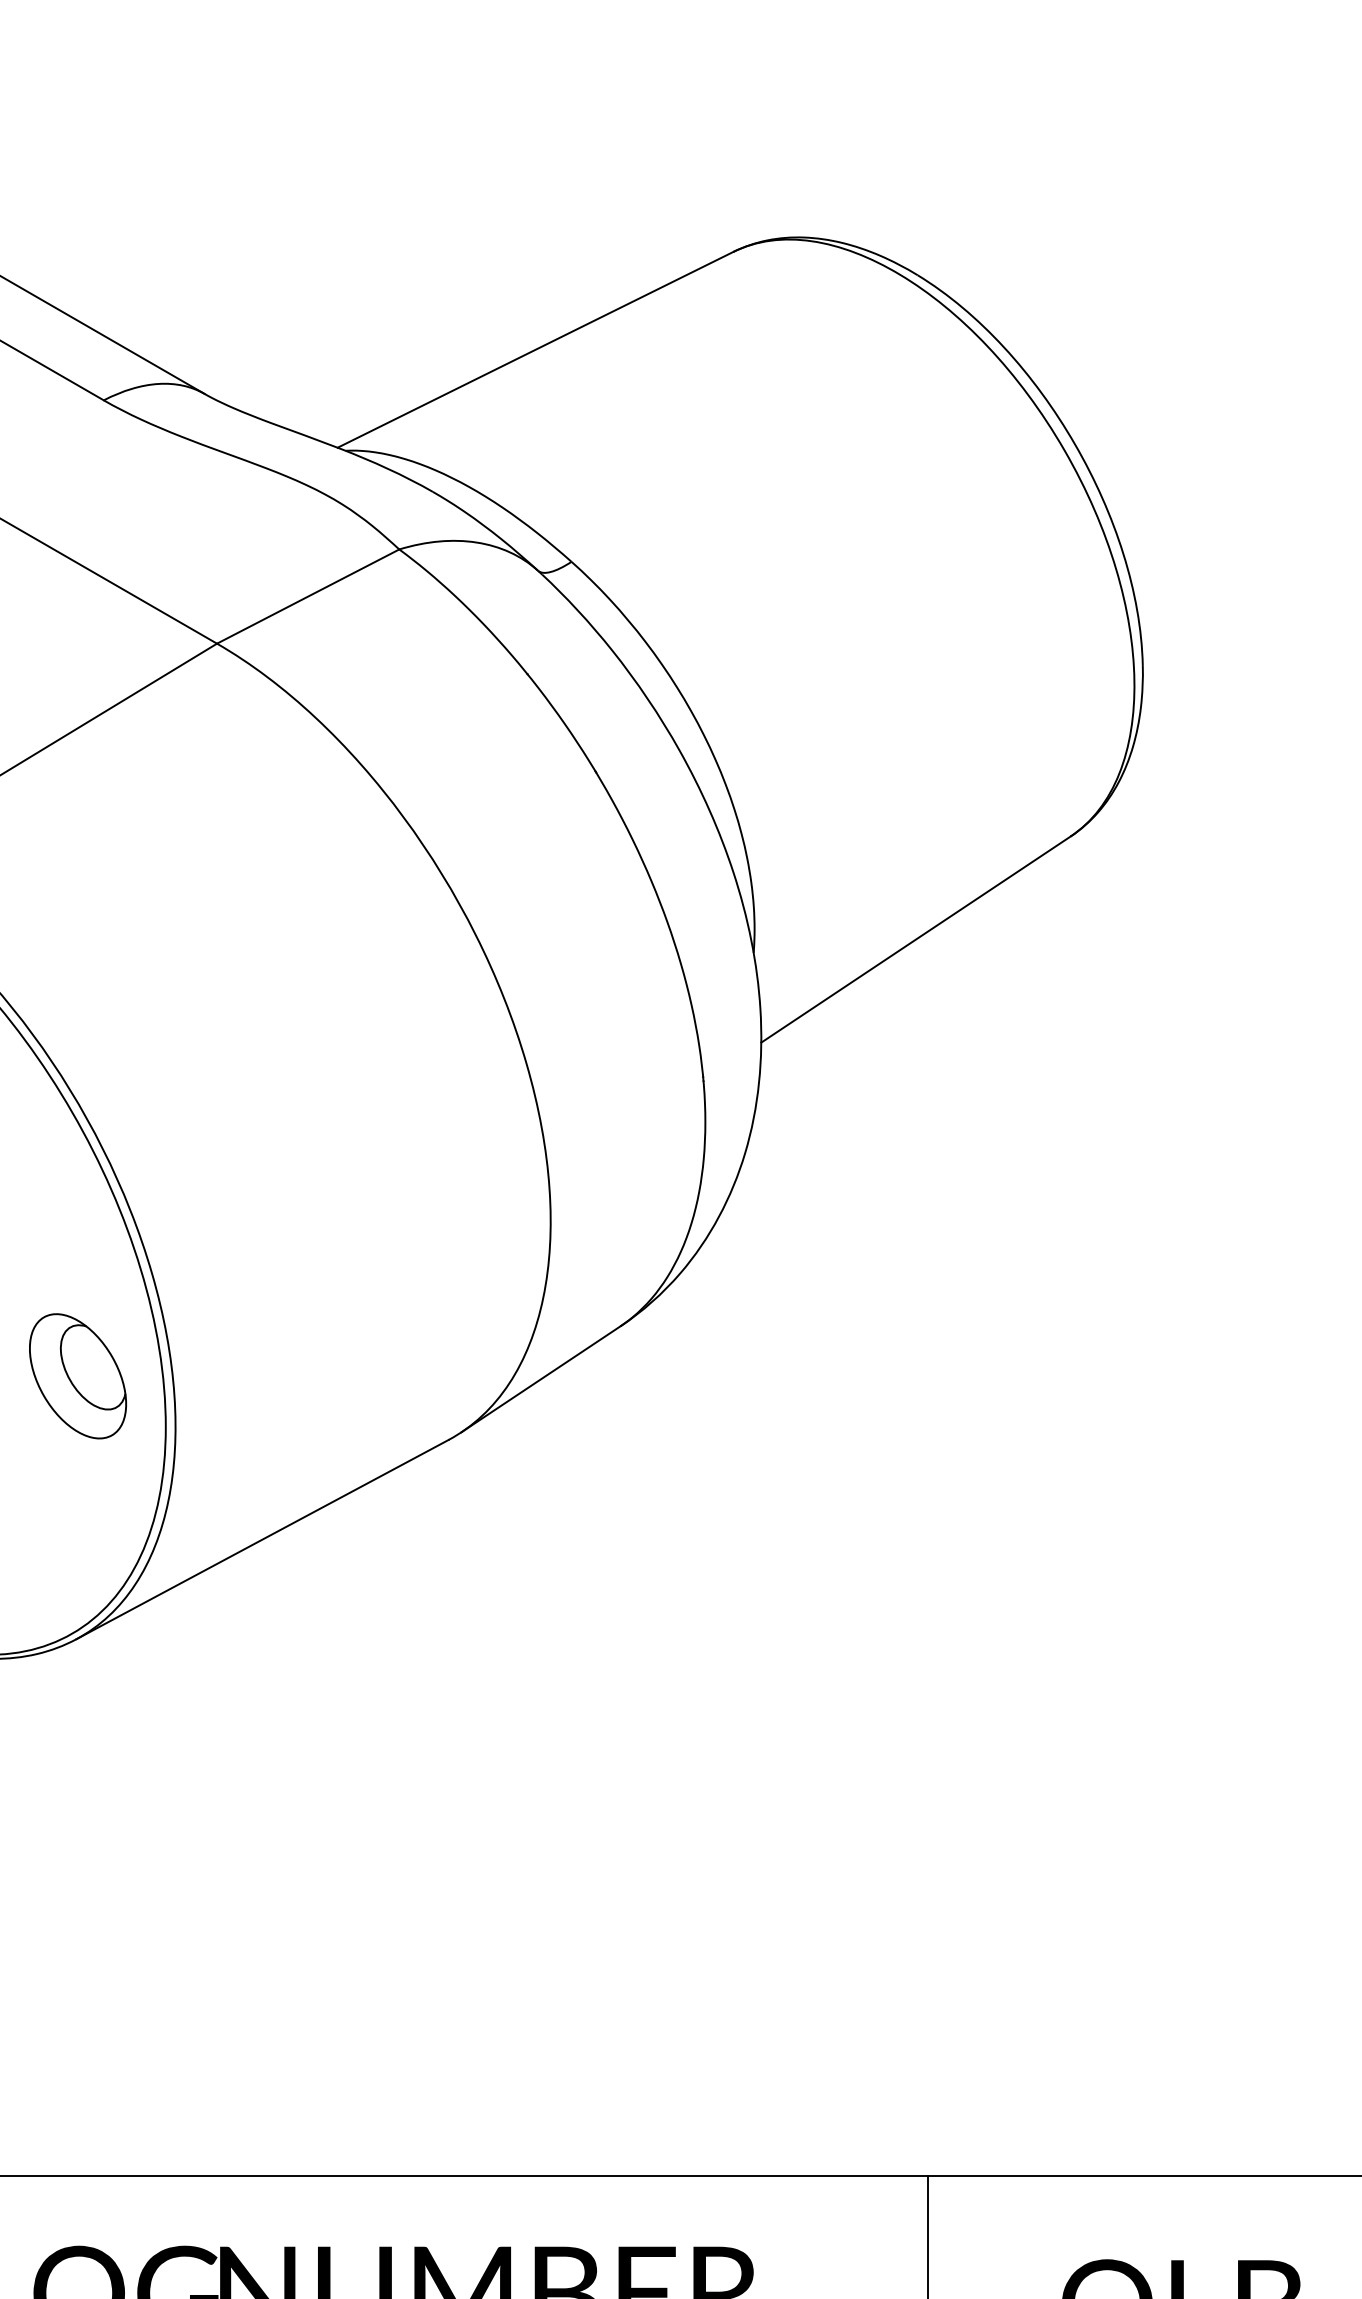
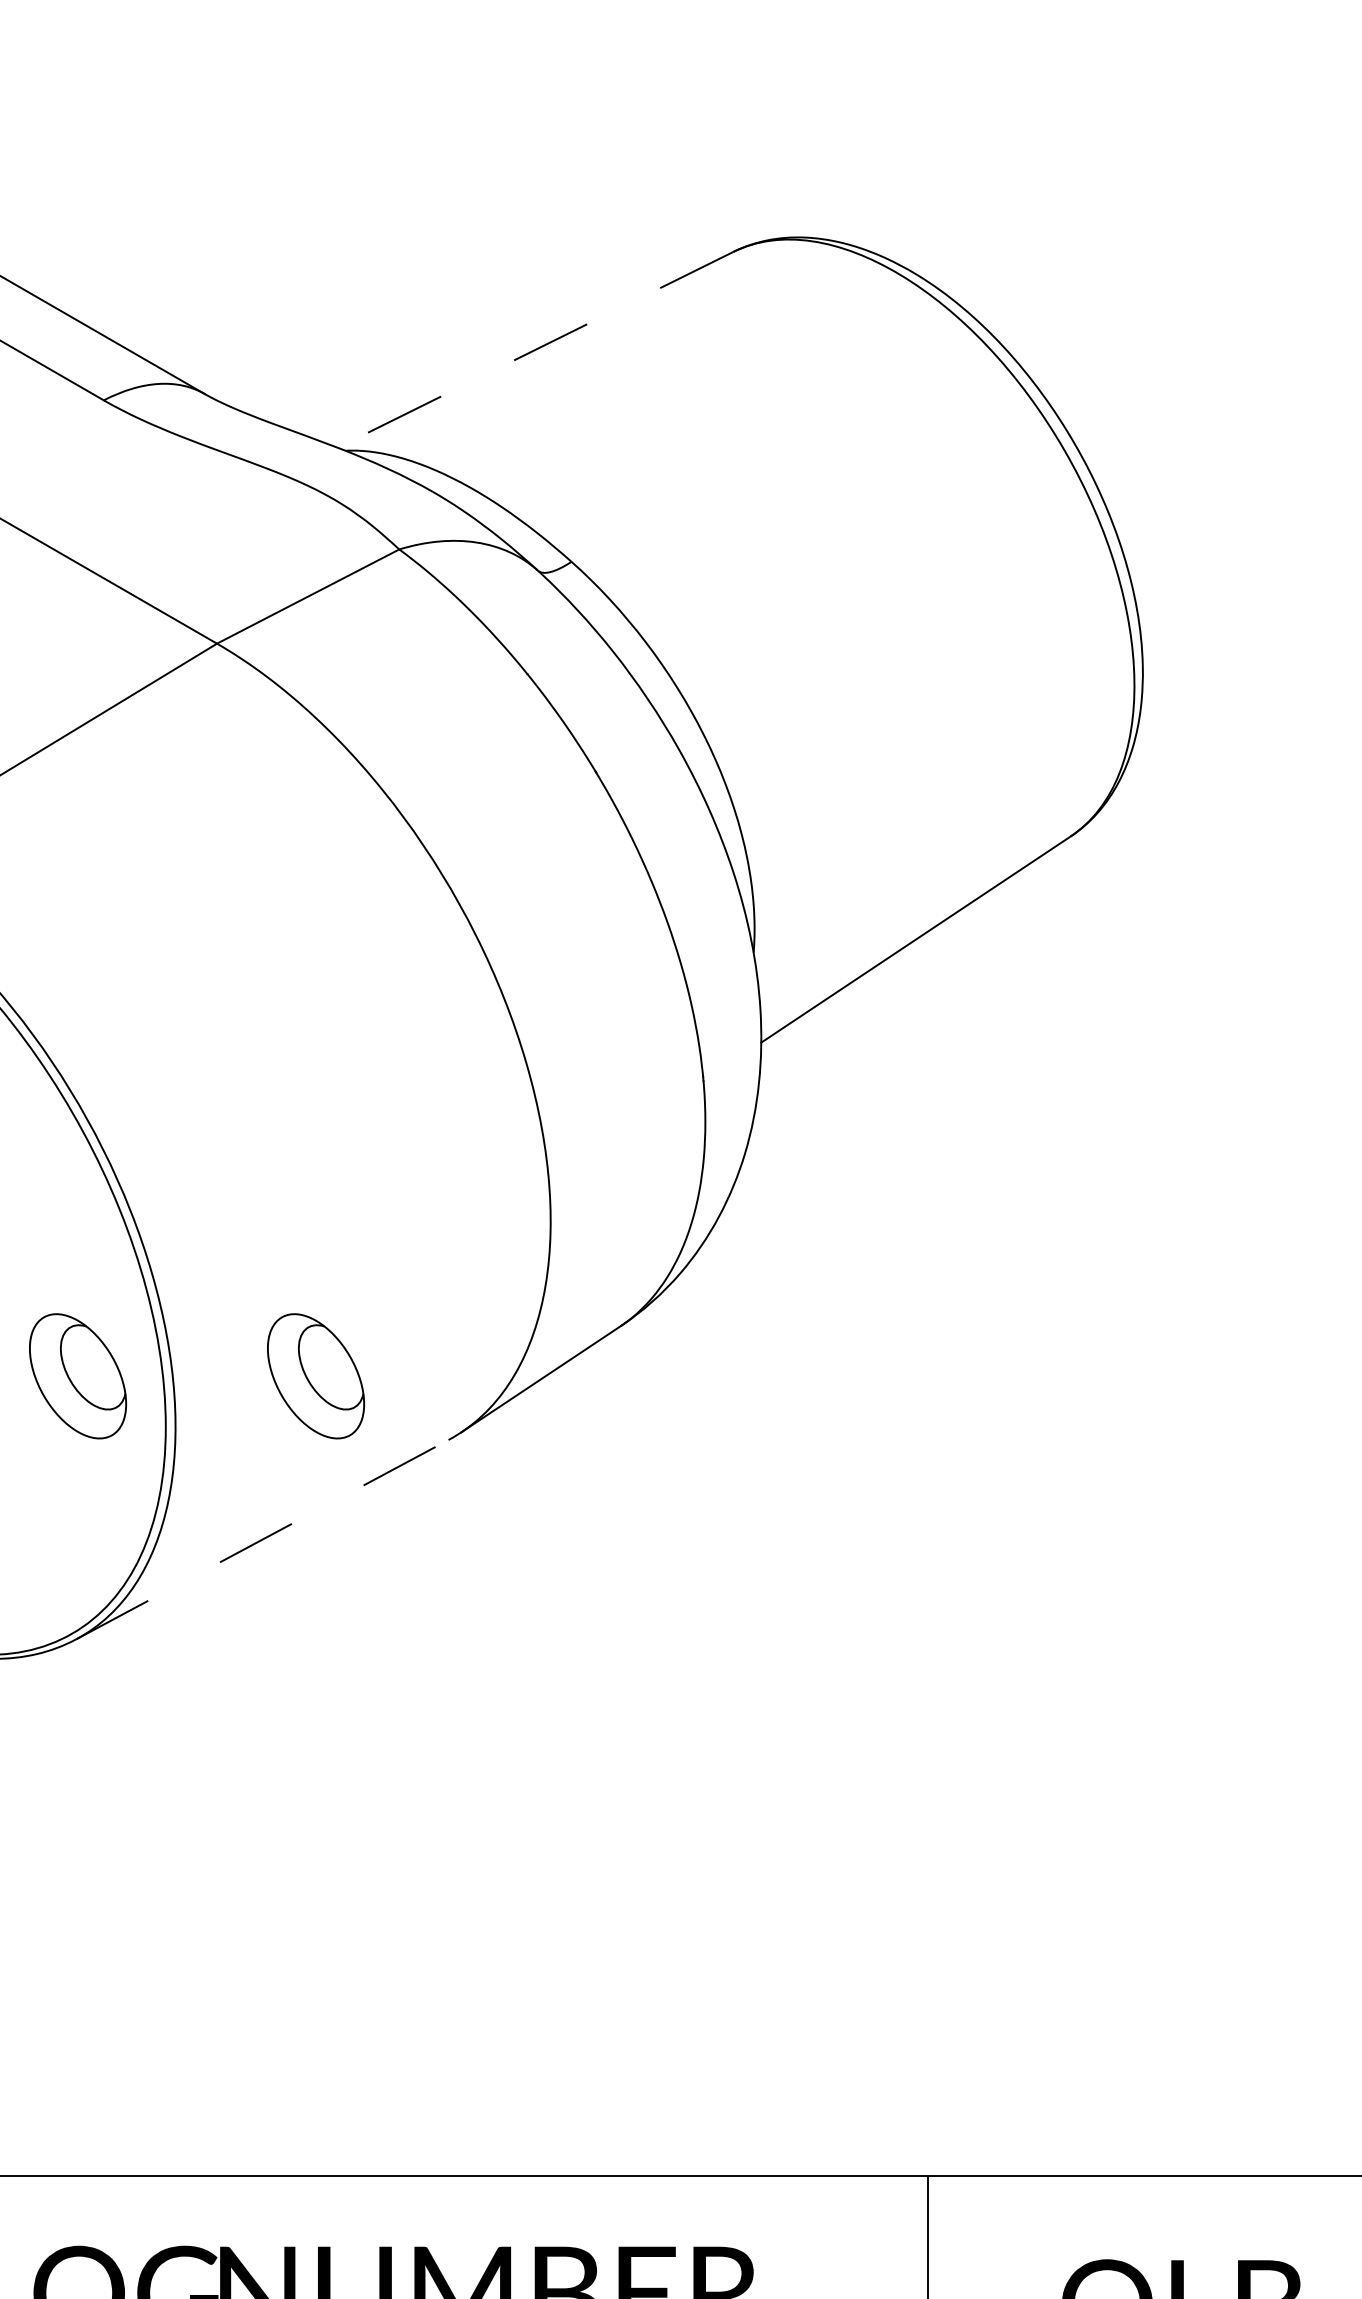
line at (535, 349): solid -> dashed
part at (315, 1376): none -> present
line at (262, 1539): solid -> dashed
